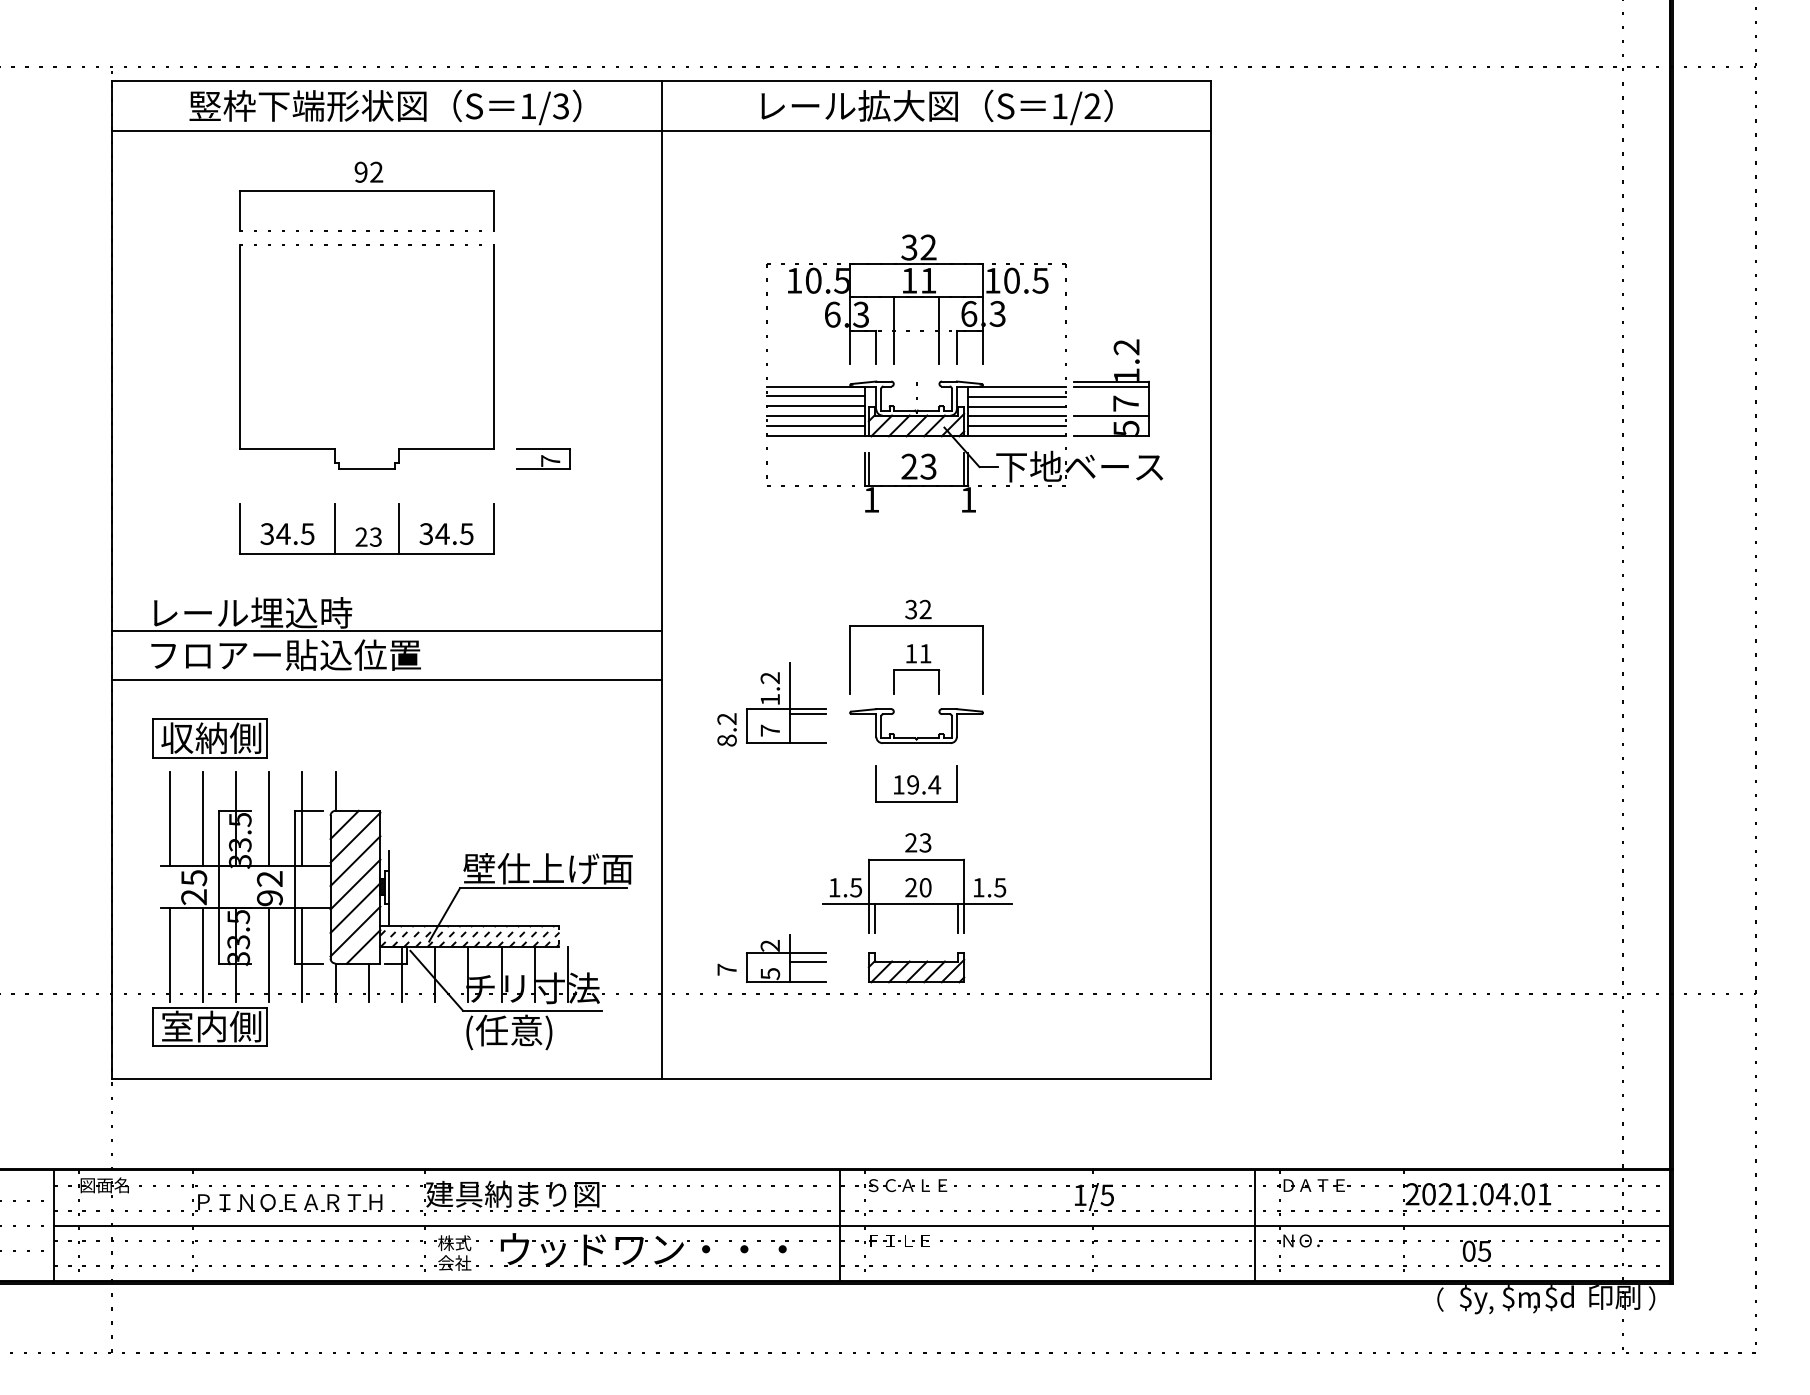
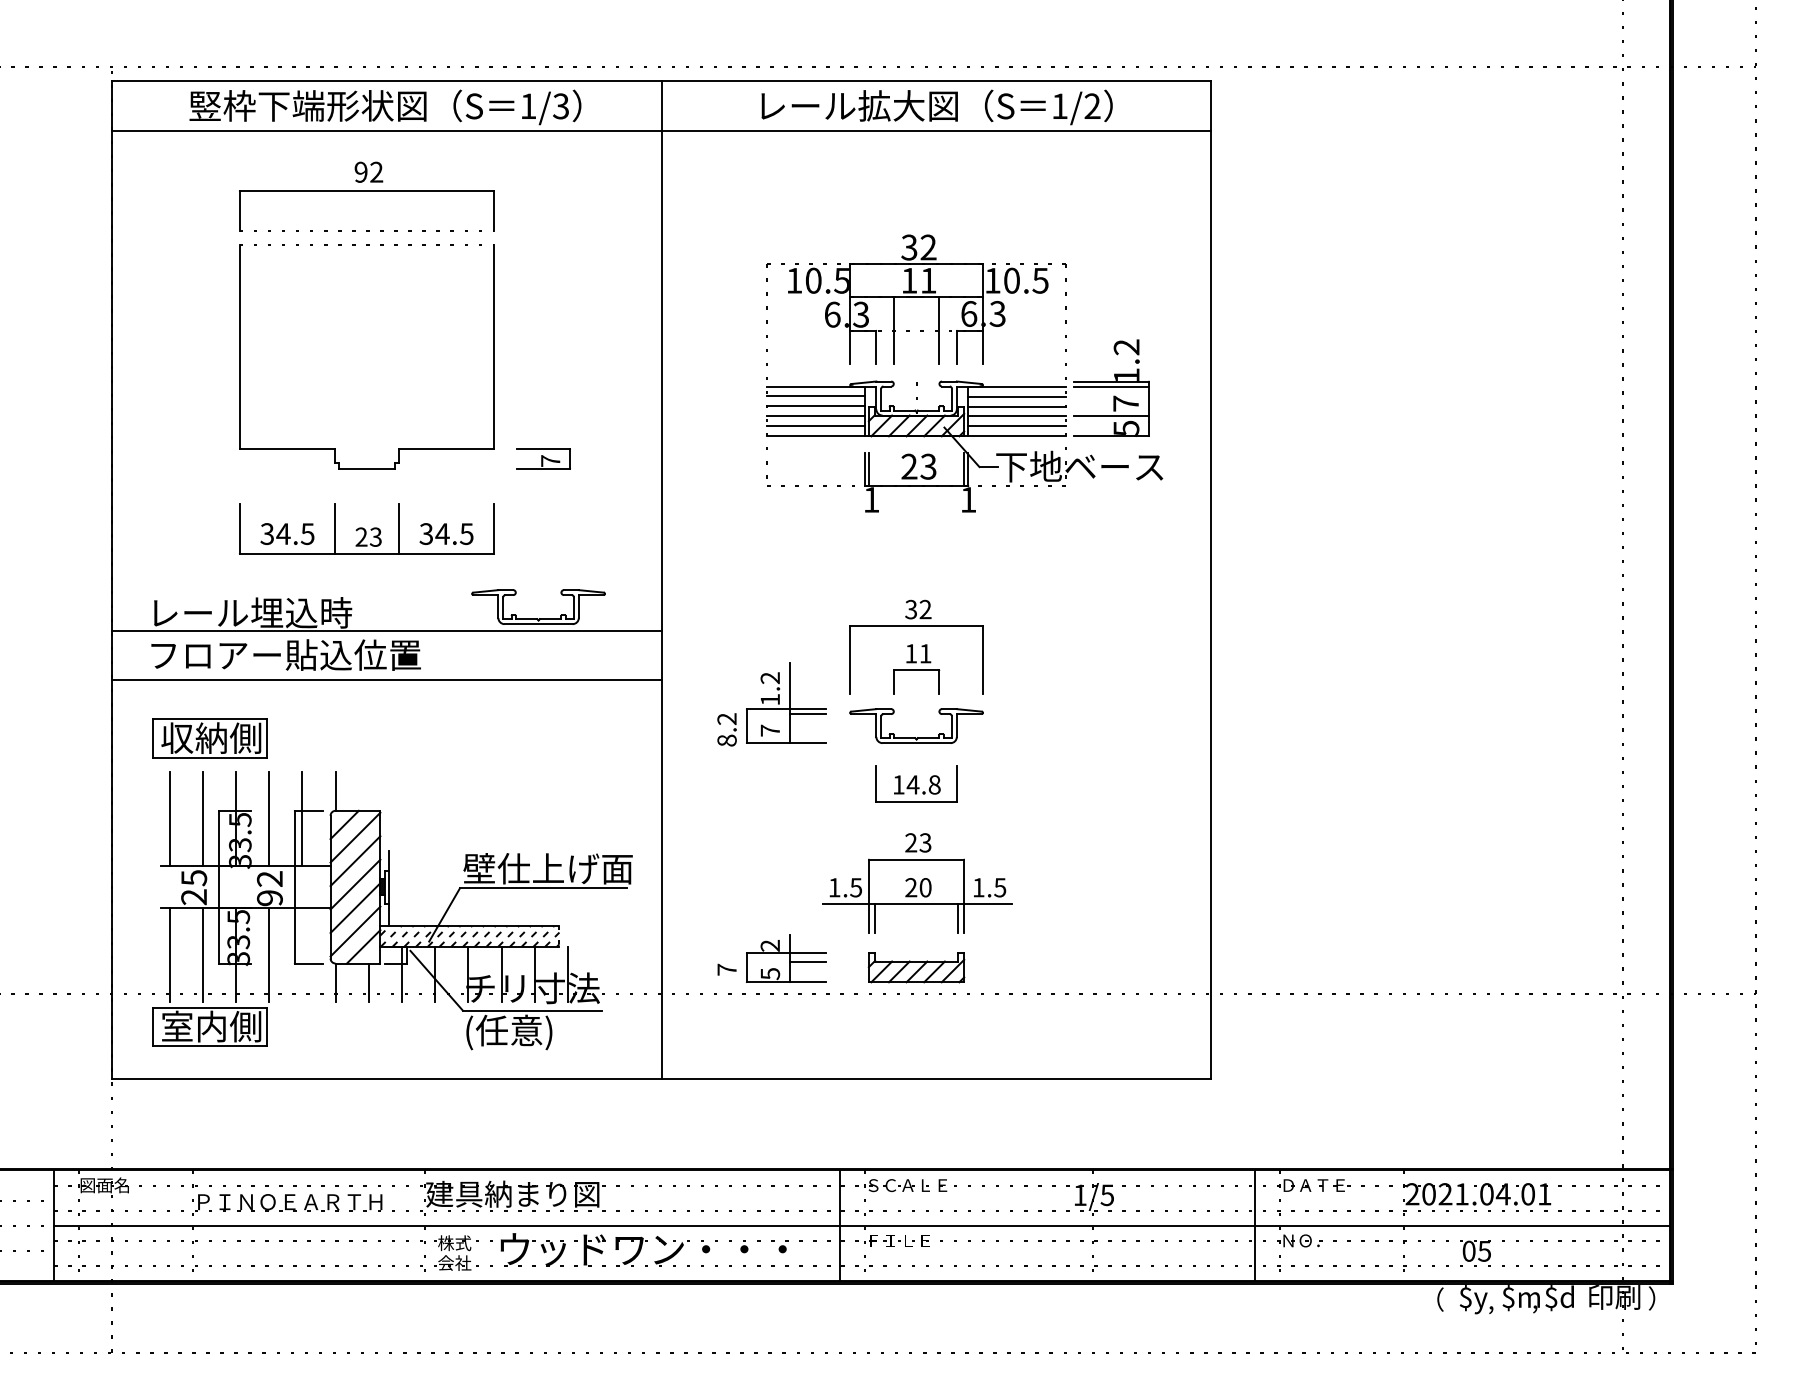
part at (538, 618): none -> present
text at (923, 784): 19.4 -> 14.8
line at (302, 954): present -> none
